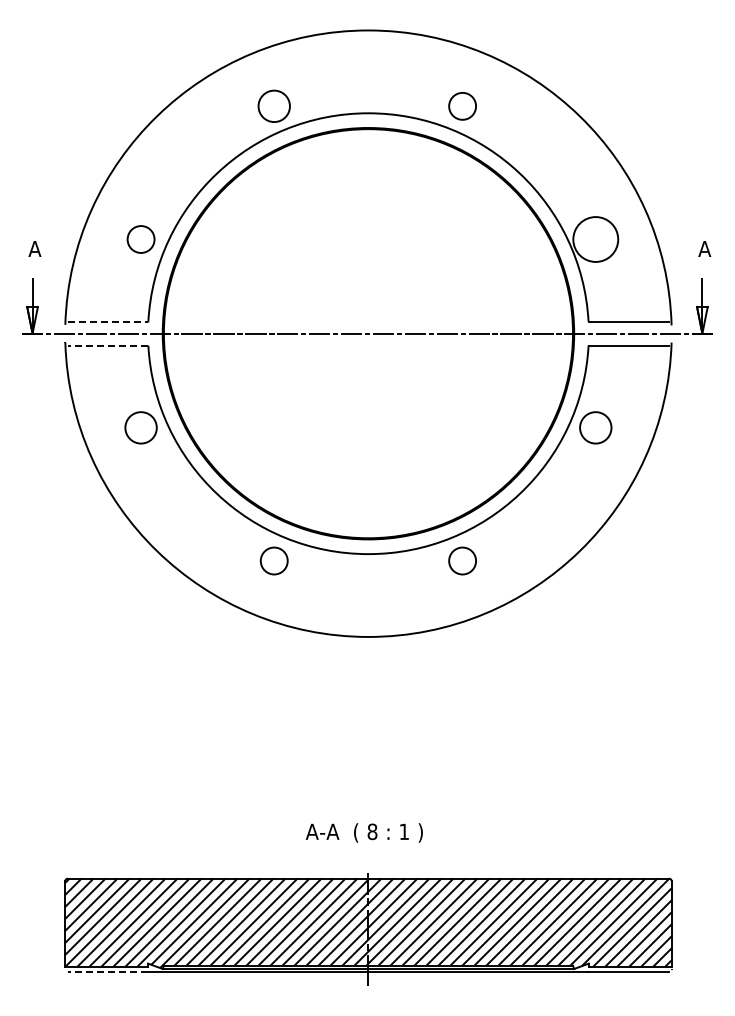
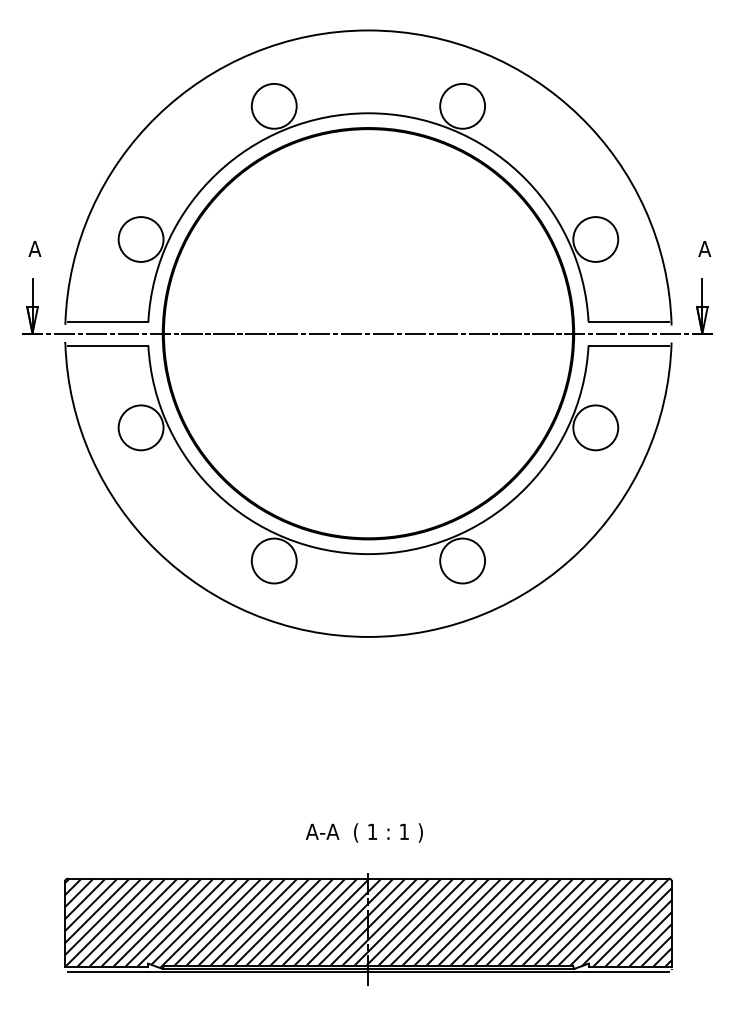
circle at (462, 105) diameter: 27 px -> 45 px
circle at (273, 106) diameter: 31 px -> 45 px
circle at (140, 239) diameter: 27 px -> 45 px
line at (108, 321): dashed -> solid
line at (107, 345): dashed -> solid
circle at (140, 427) diameter: 31 px -> 45 px
circle at (595, 427) diameter: 31 px -> 45 px
circle at (273, 560) diameter: 27 px -> 45 px
circle at (462, 560) diameter: 27 px -> 45 px
text at (372, 831): 8 -> 1
line at (107, 972): dashed -> solid
